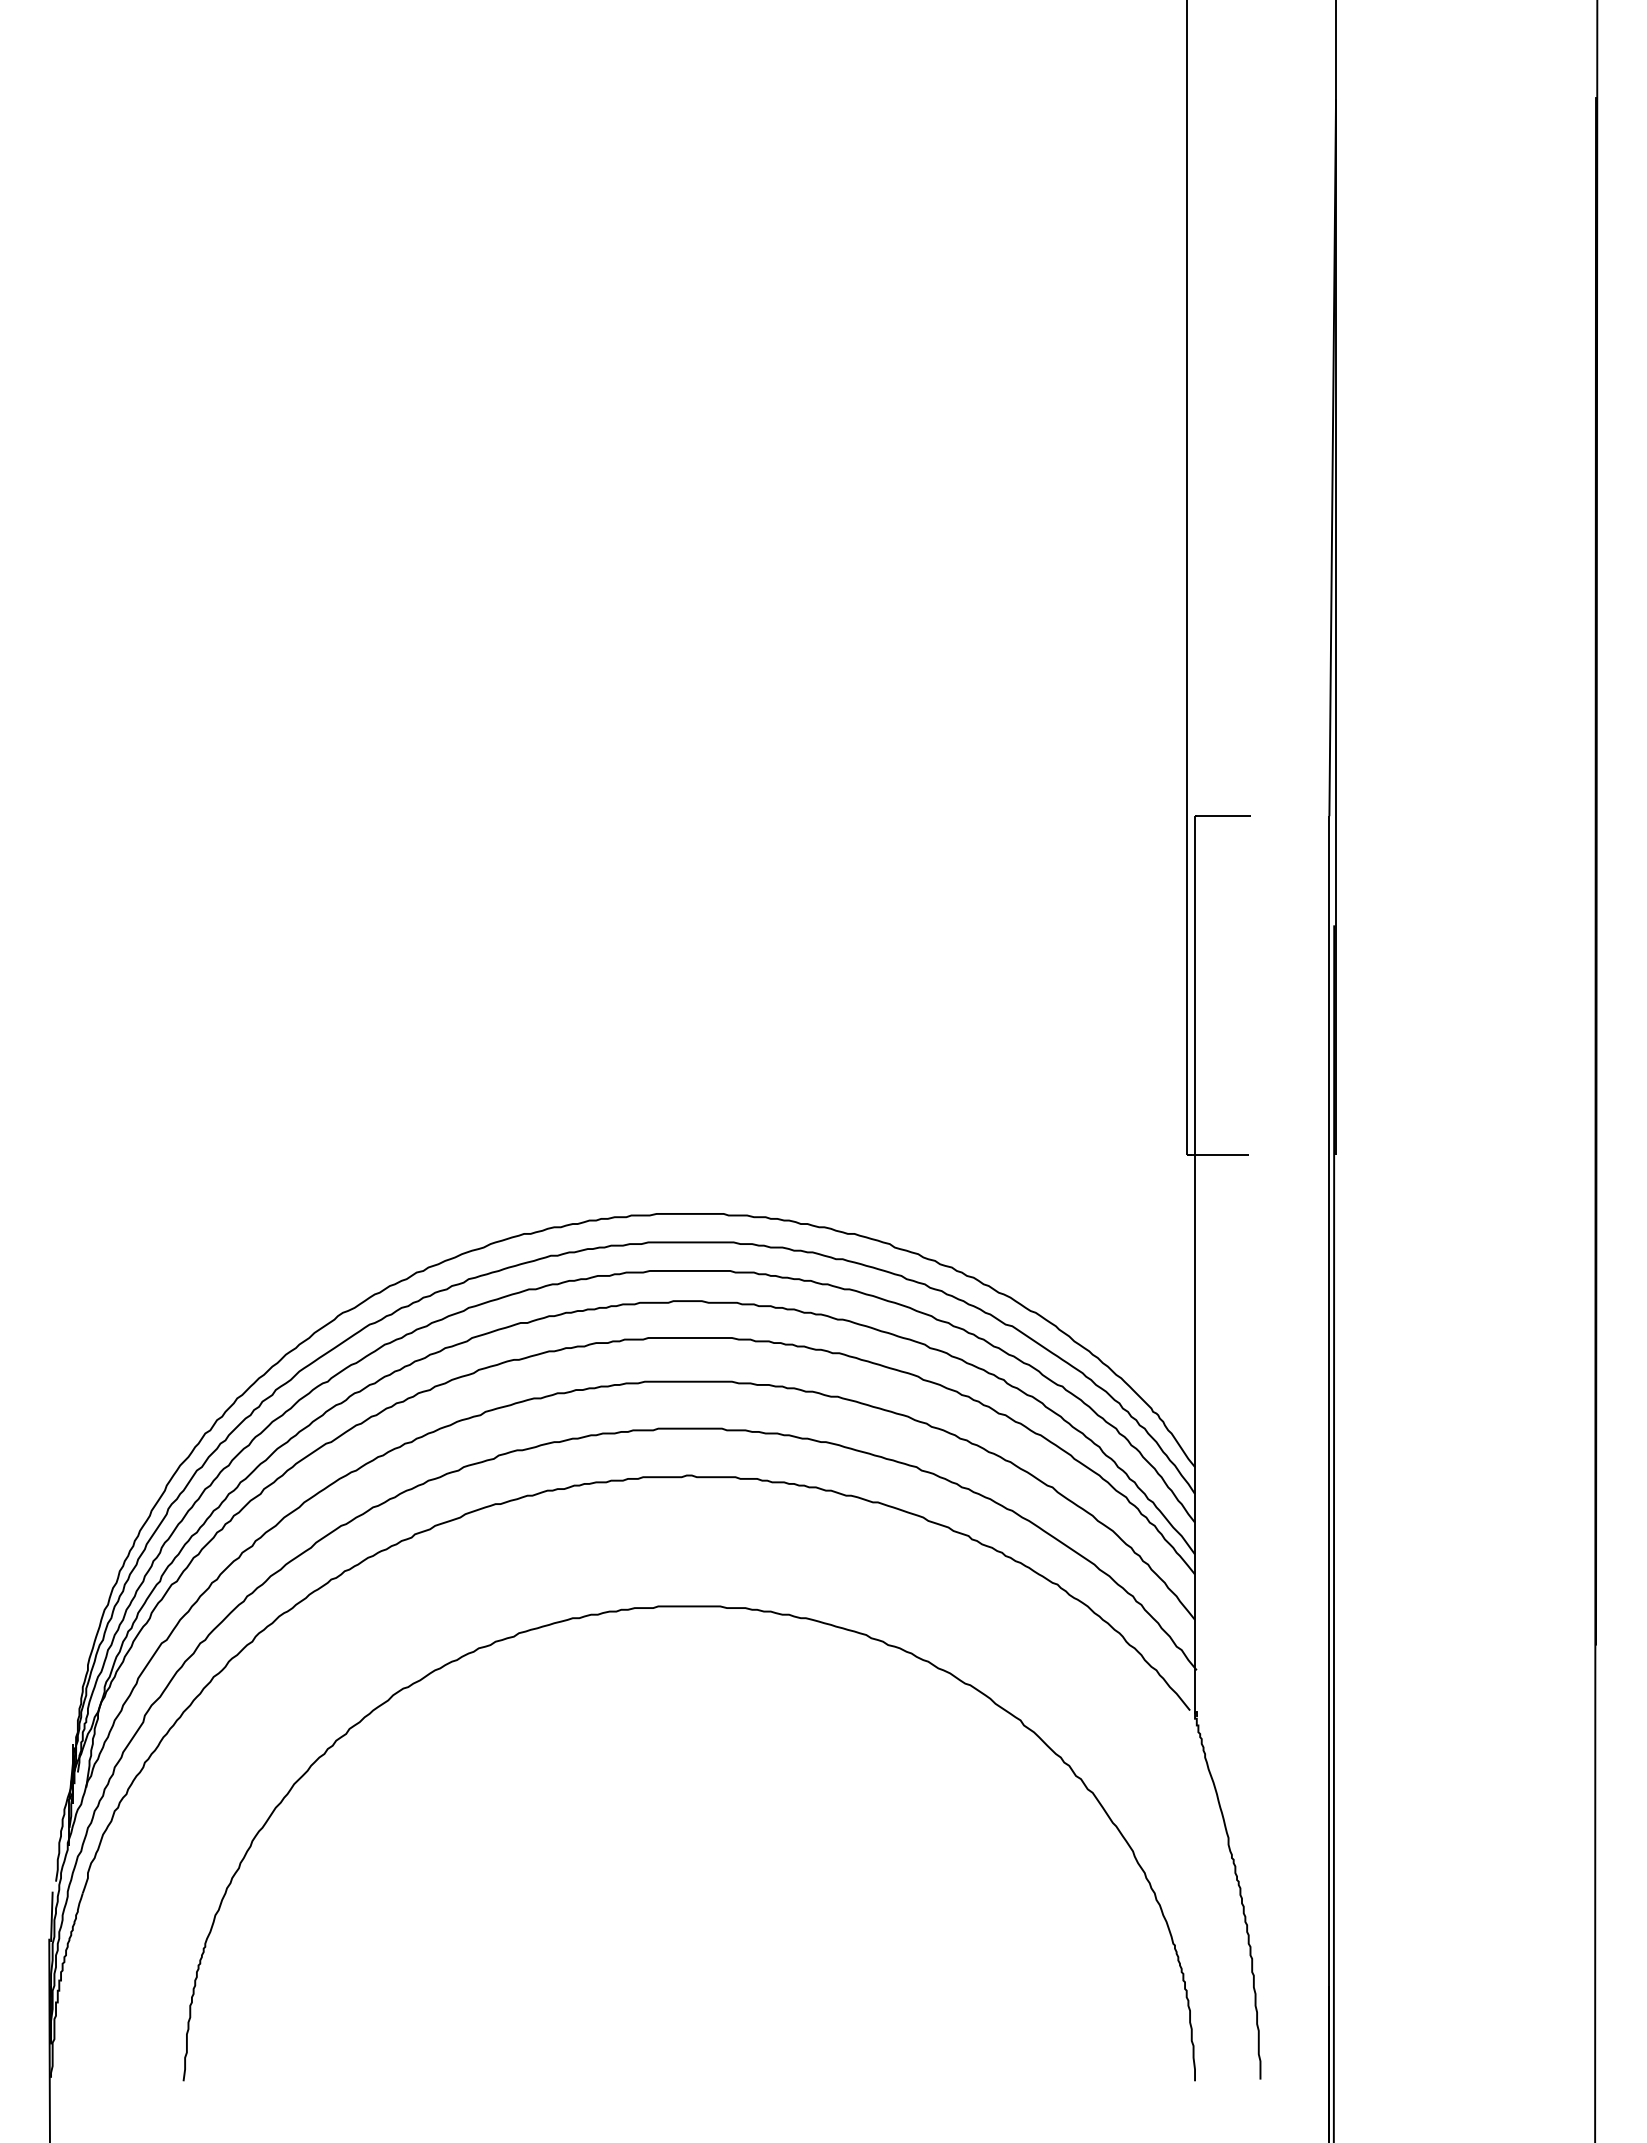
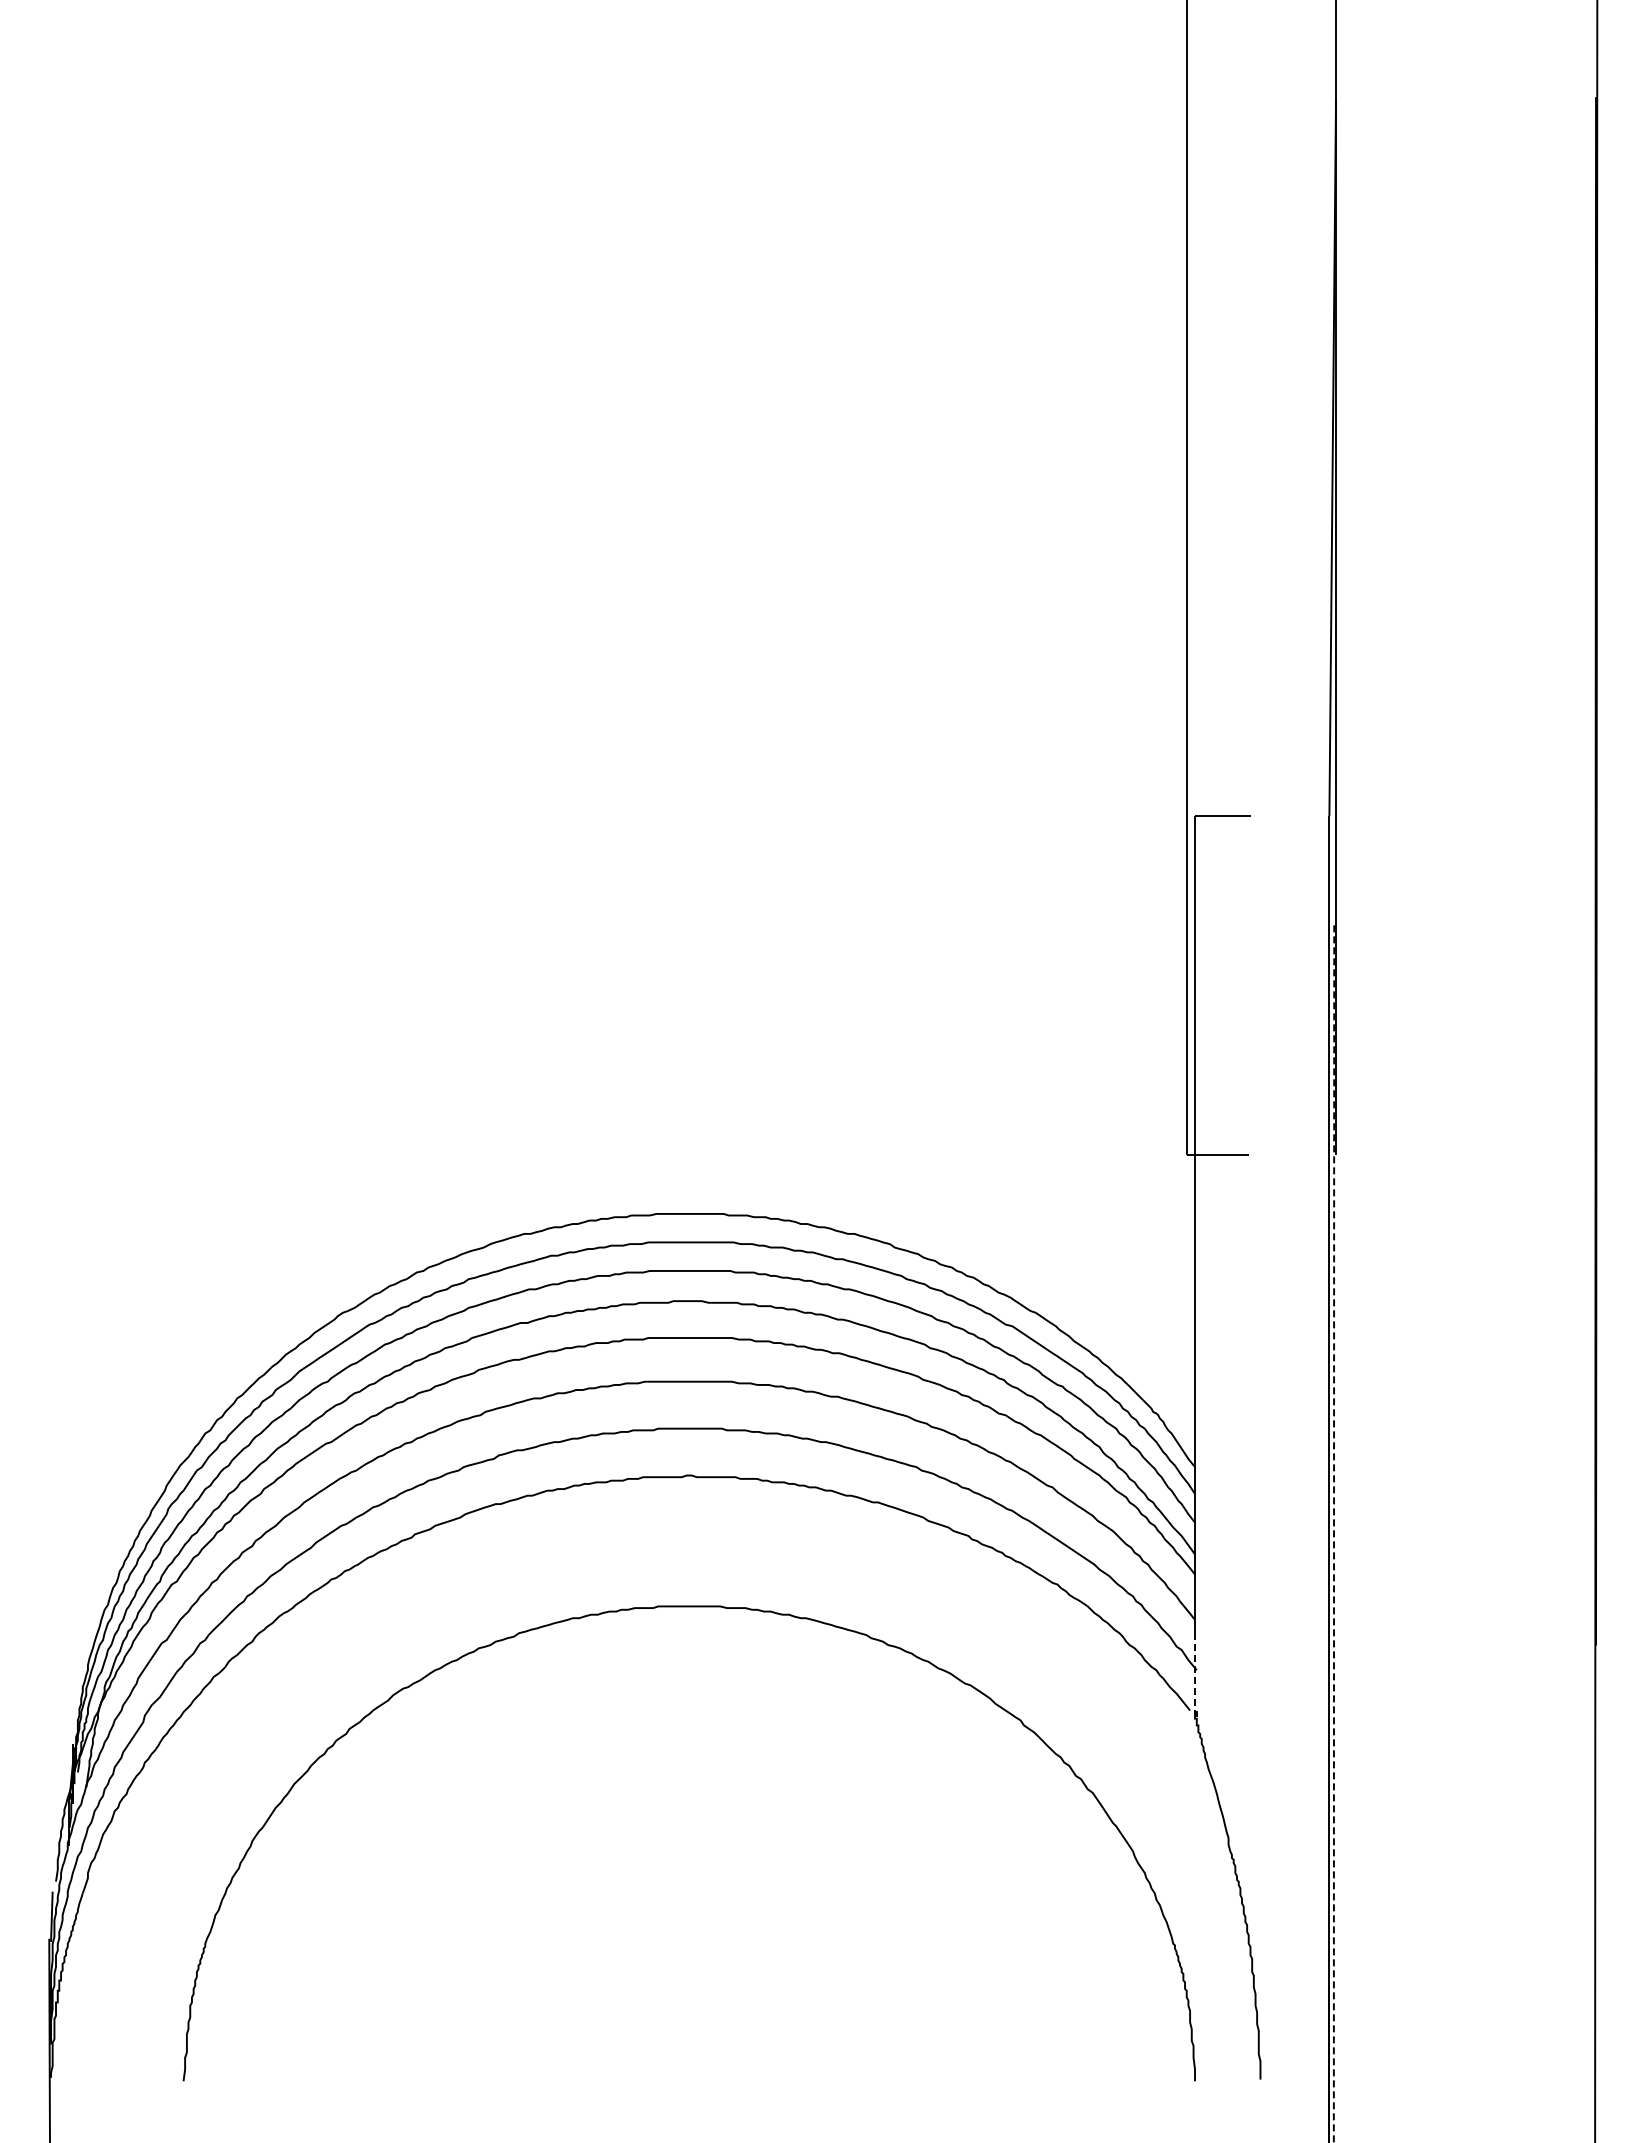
line at (1334, 1534): solid -> dashed
line at (1195, 1673): solid -> dashed
